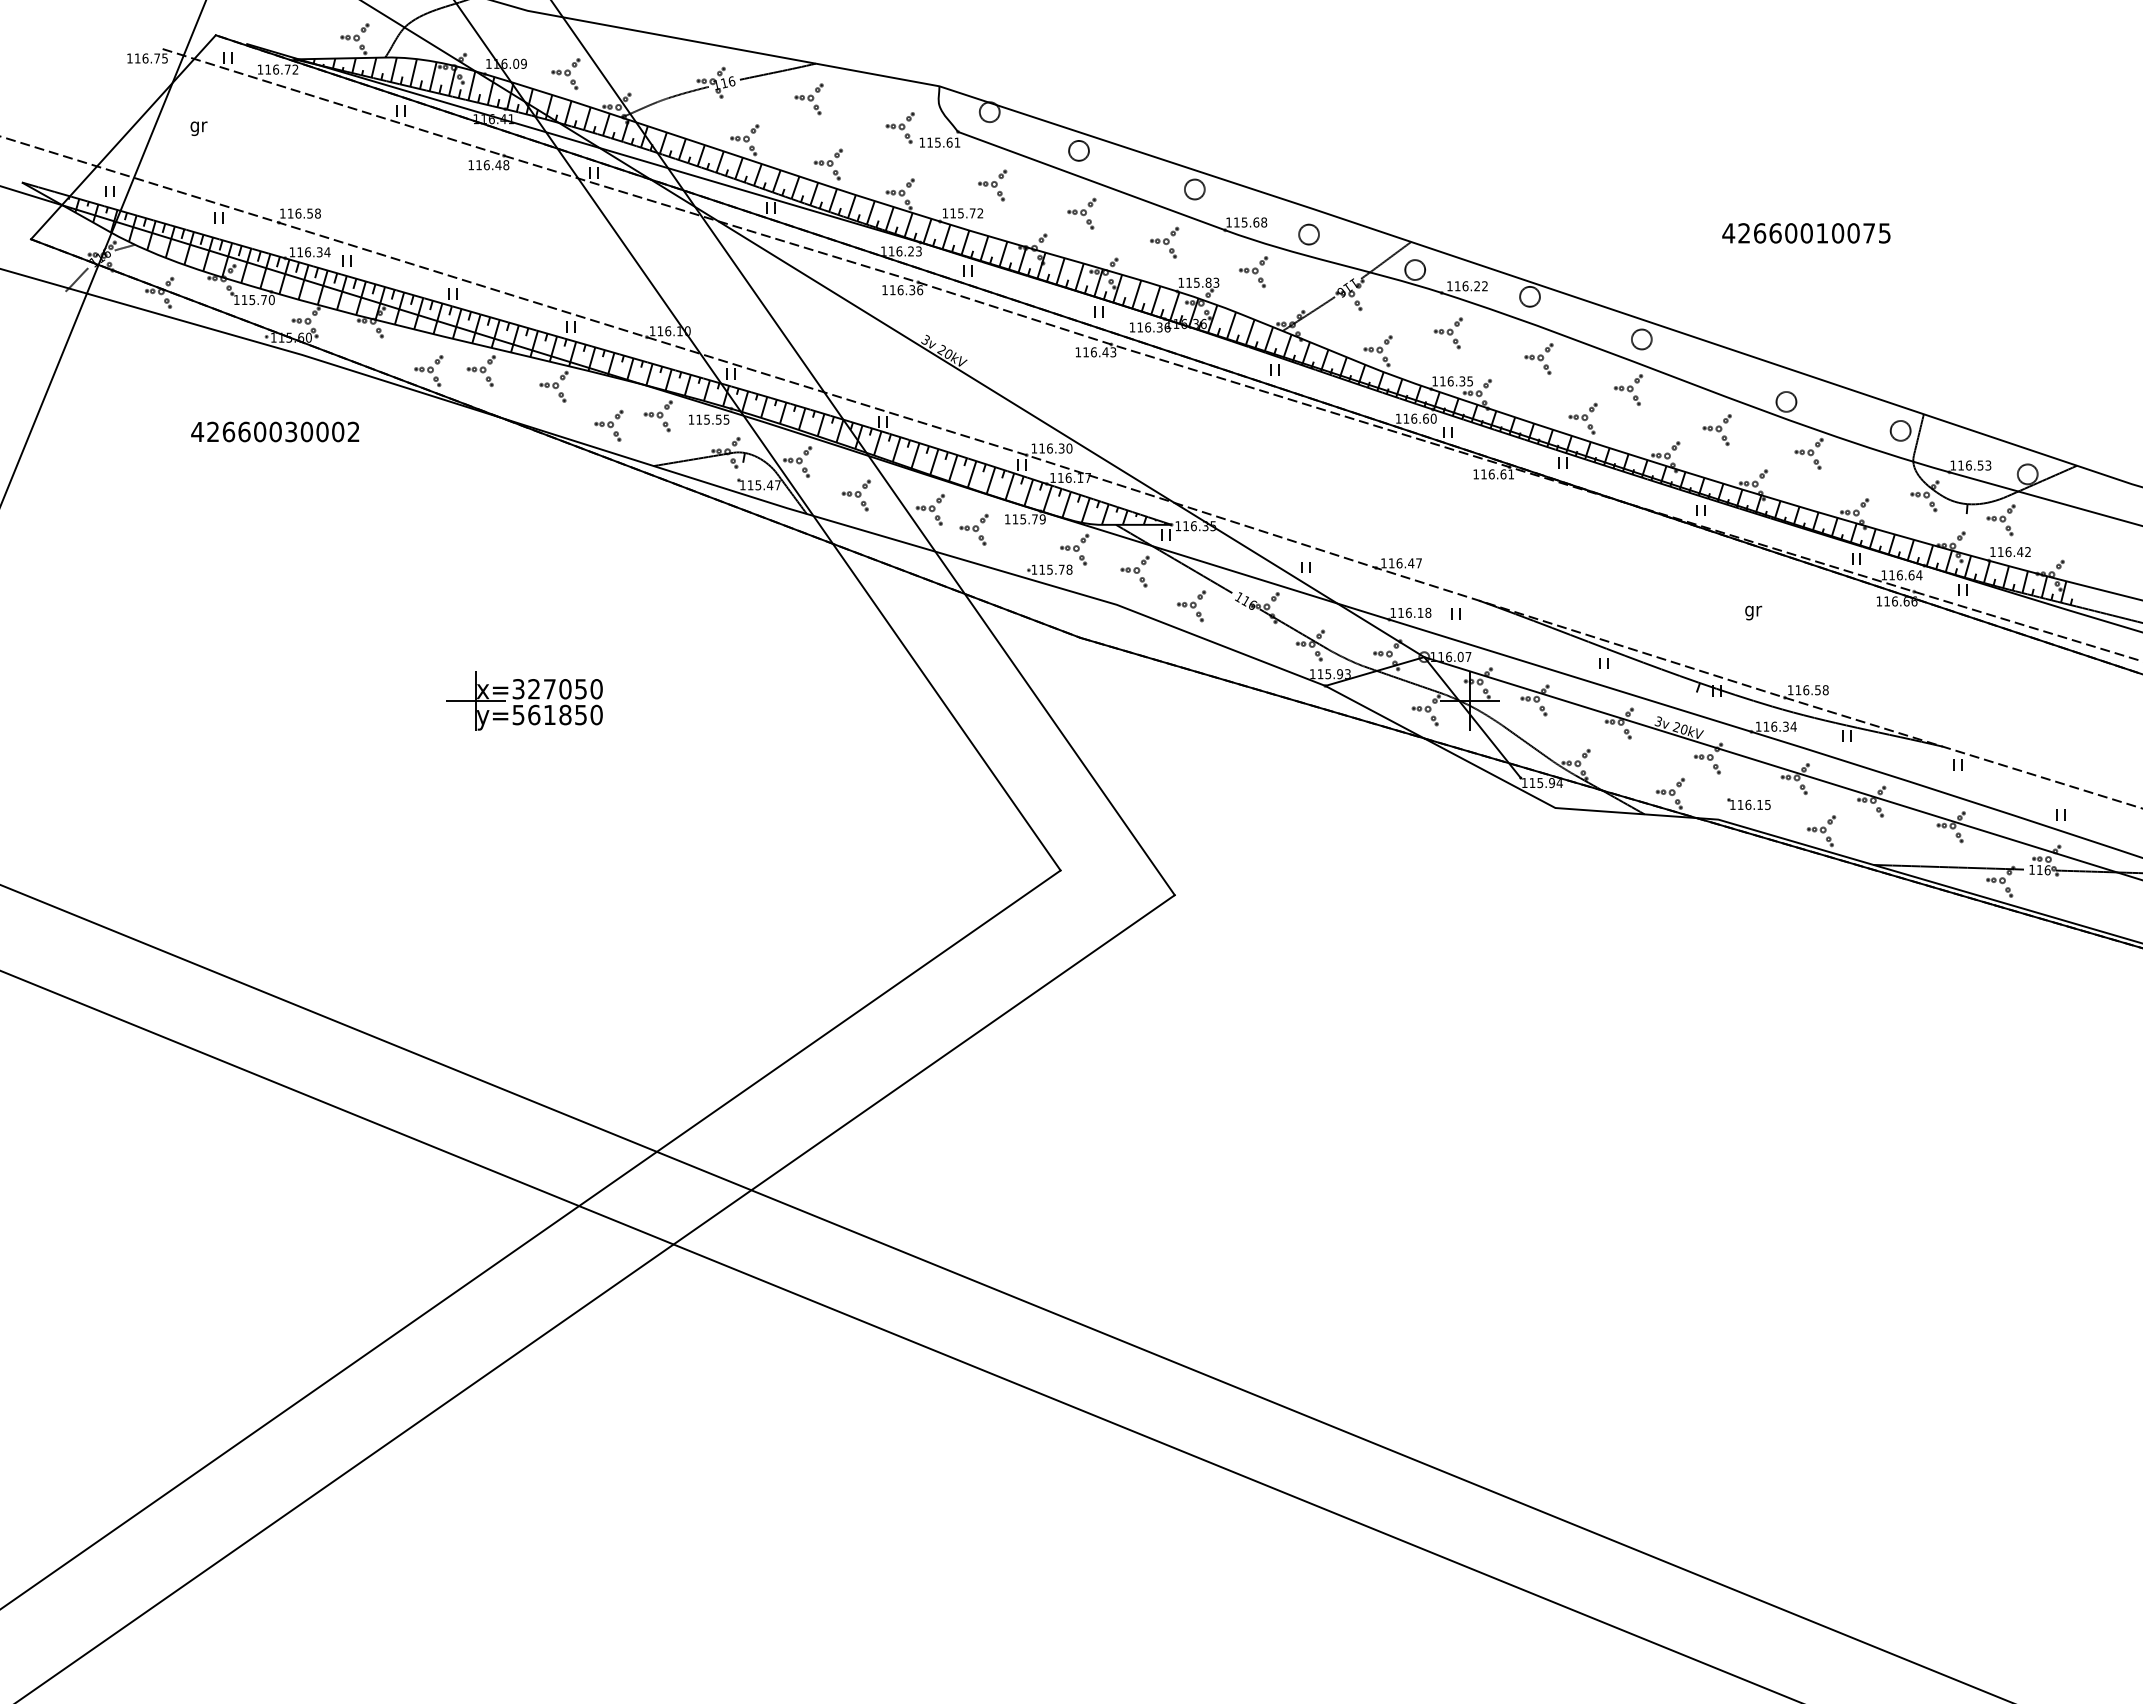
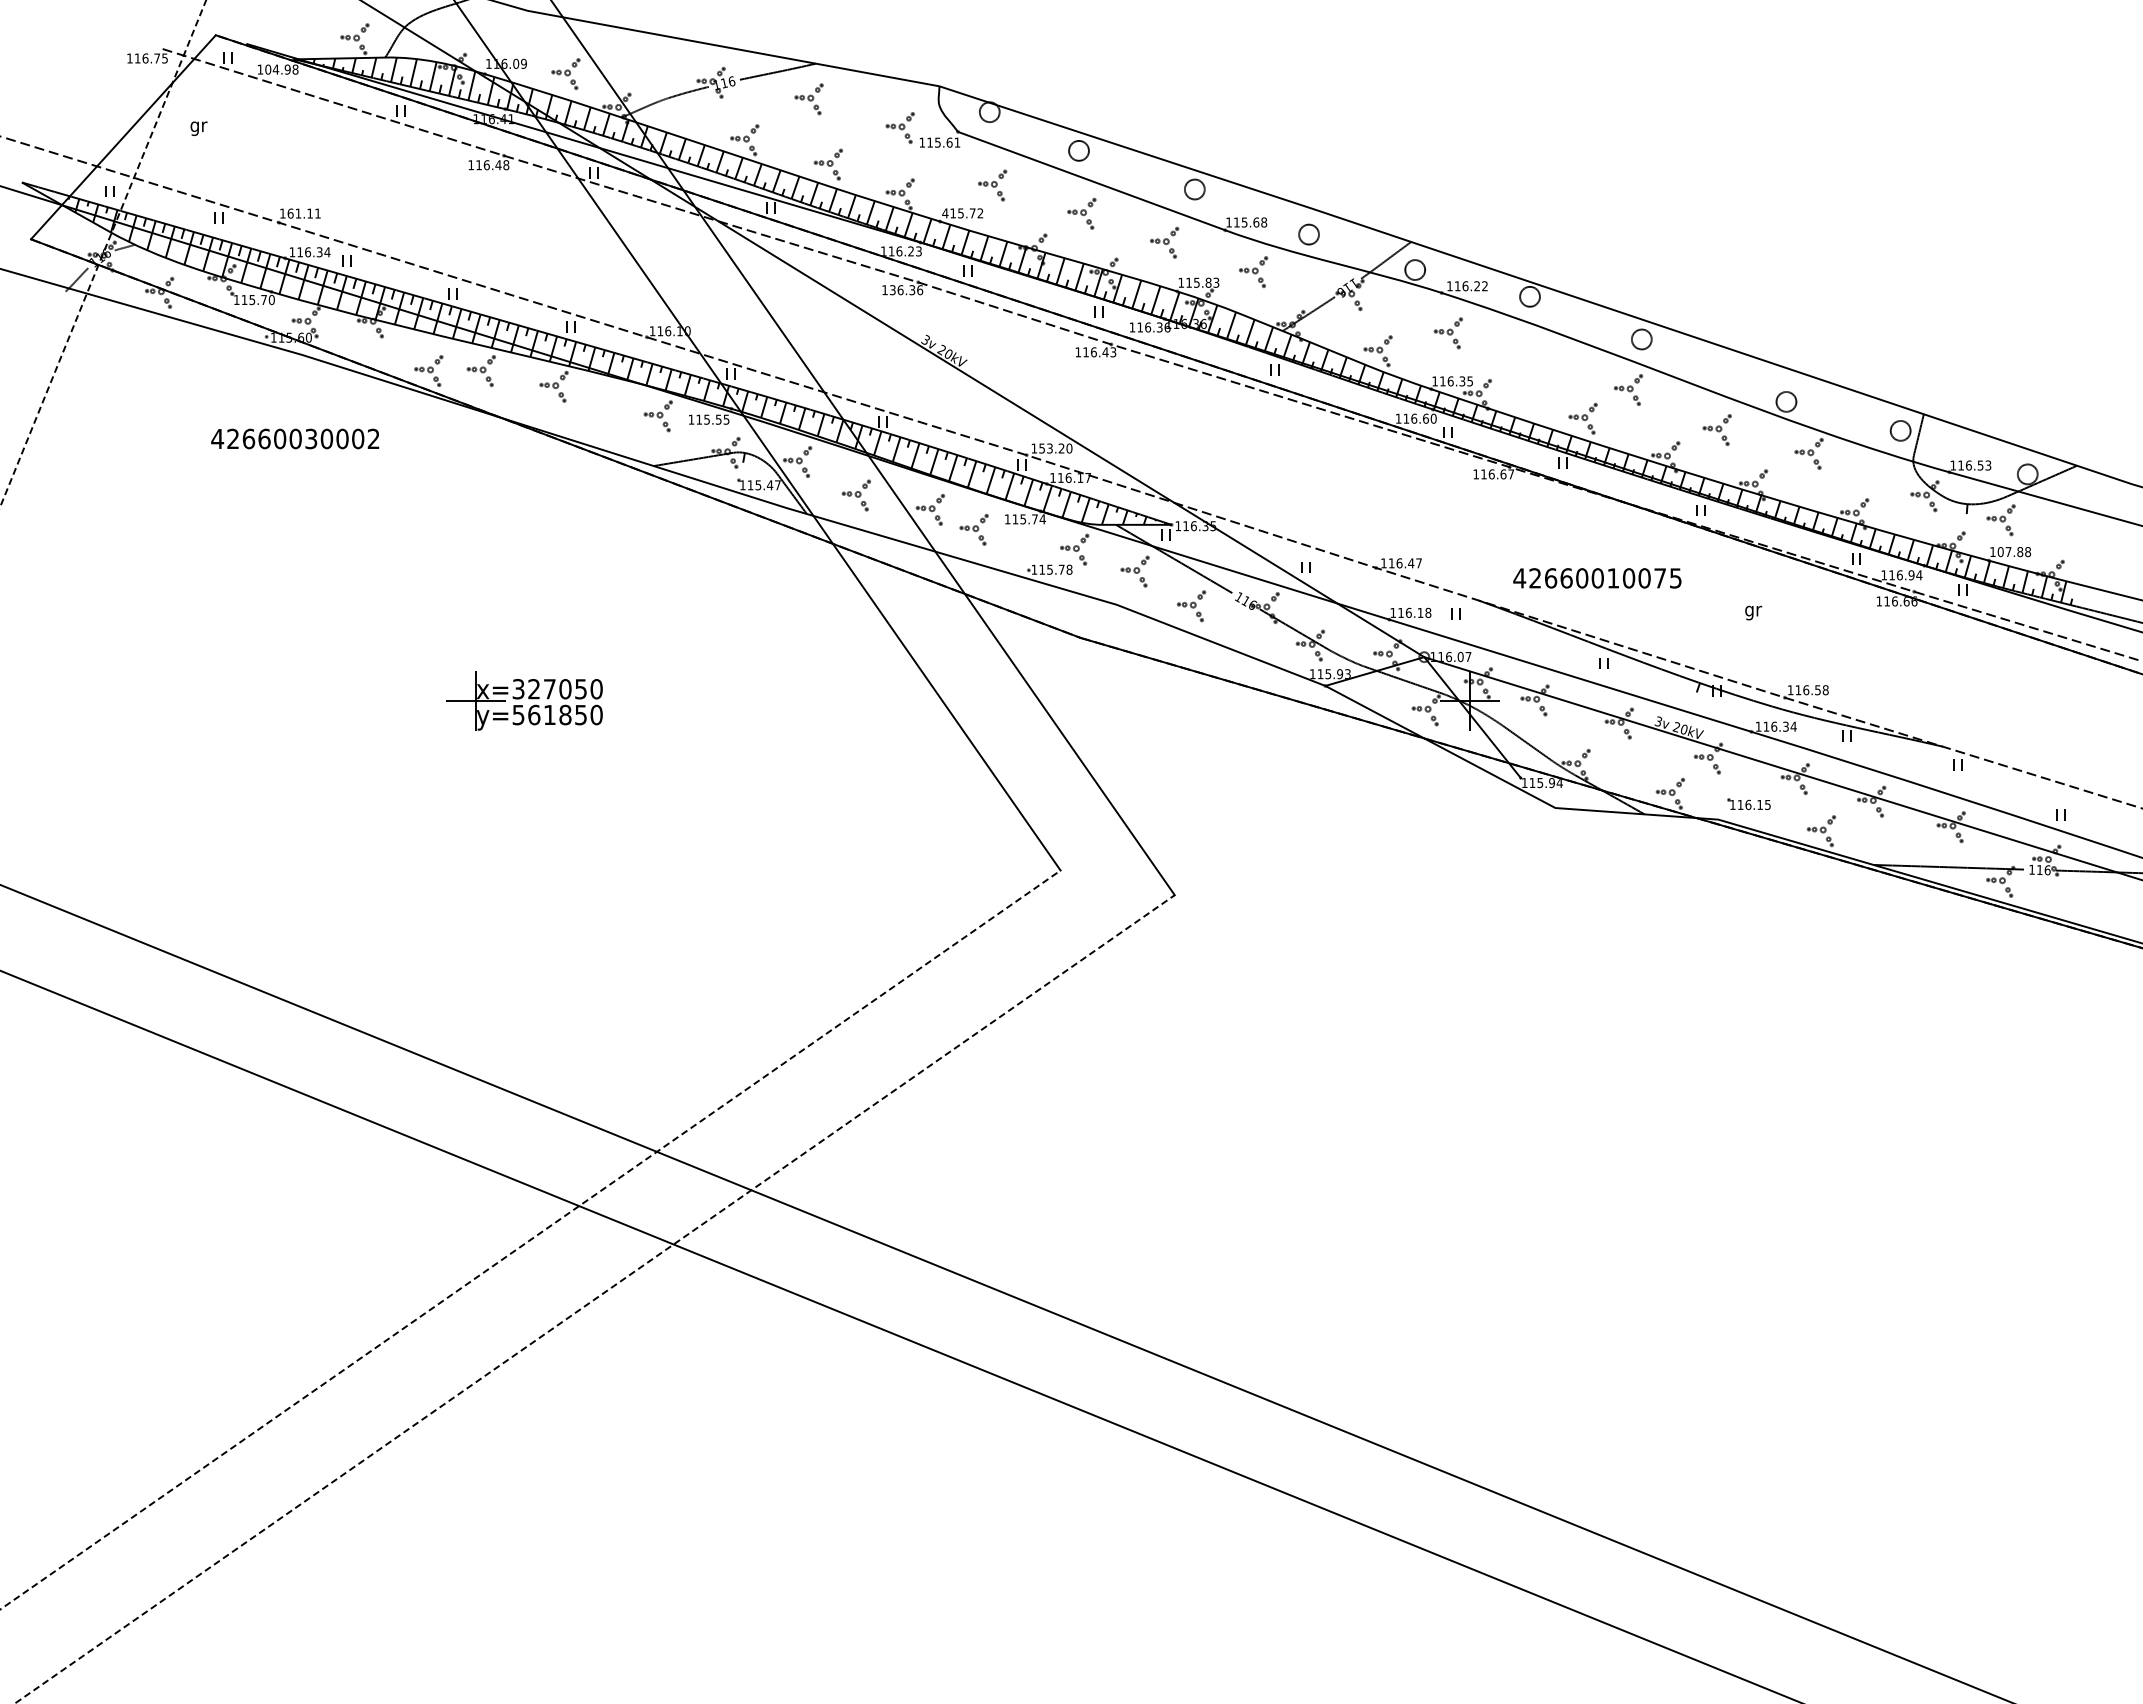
text at (281, 69): 116.72 -> 104.98
text at (303, 213): 116.58 -> 161.11
text at (945, 213): 115.72 -> 415.72
text at (1806, 233) position: (1806, 233) -> (1597, 578)
line at (103, 253): solid -> dashed
text at (892, 290): 116.36 -> 136.36
part at (1538, 358): present -> none
part at (608, 425): present -> none
text at (275, 431) position: (275, 431) -> (295, 438)
text at (1051, 448): 116.30 -> 153.20
text at (1511, 474): 116.61 -> 116.67
text at (1042, 519): 115.79 -> 115.74
text at (2014, 552): 116.42 -> 107.88
text at (1911, 575): 116.64 -> 116.94
line at (530, 1239): solid -> dashed
line at (594, 1299): solid -> dashed
